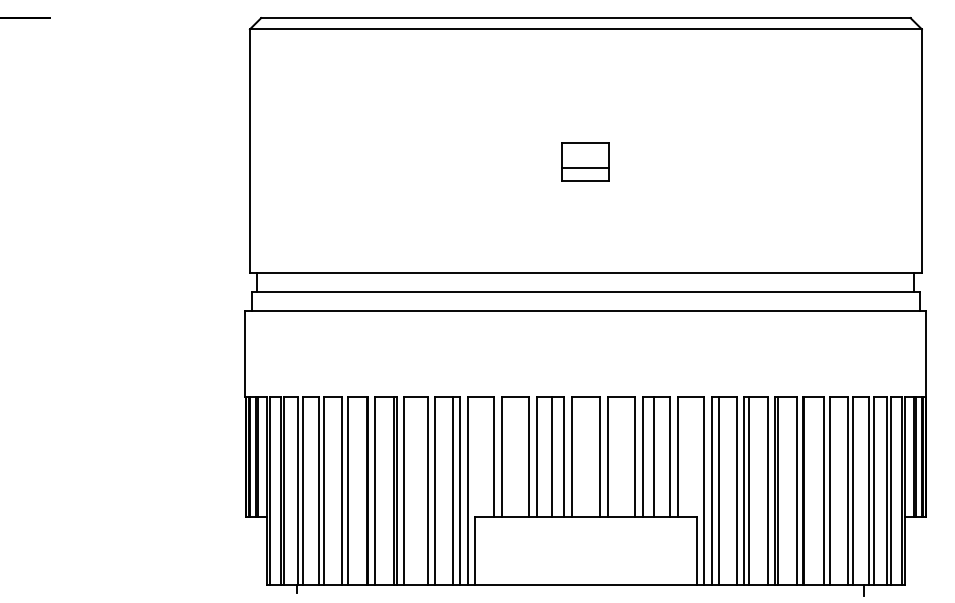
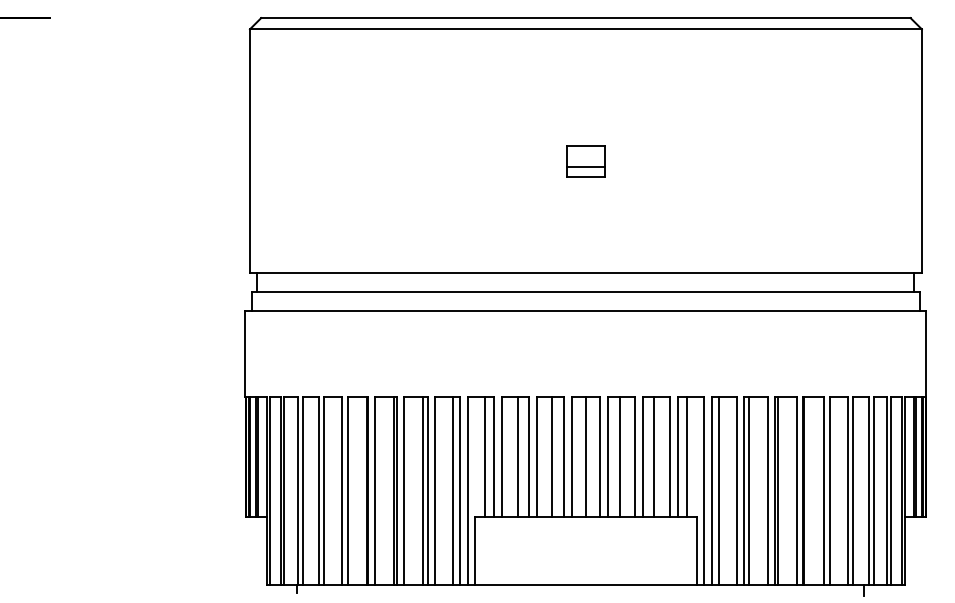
part at (585, 161) size: 49x40 px -> 40x33 px
line at (484, 457): none -> present
line at (518, 457): none -> present
line at (585, 457): none -> present
line at (620, 457): none -> present
line at (686, 457): none -> present
line at (422, 490): none -> present
